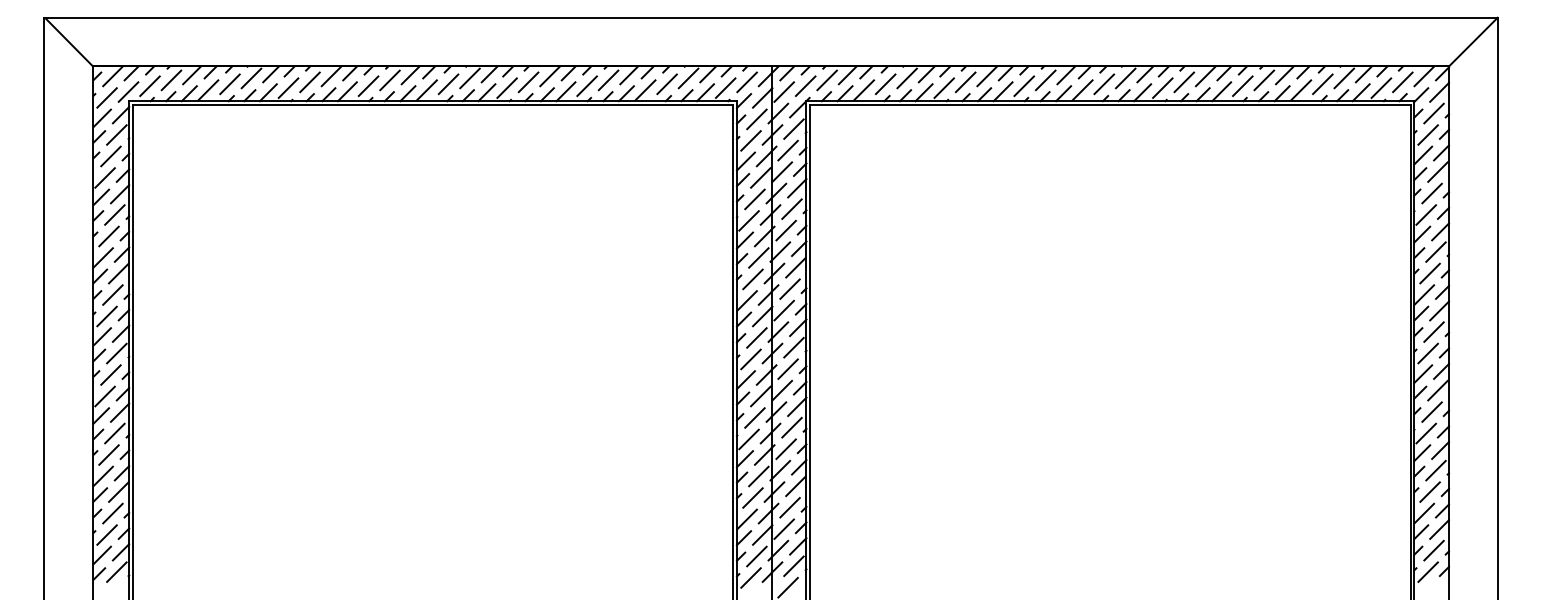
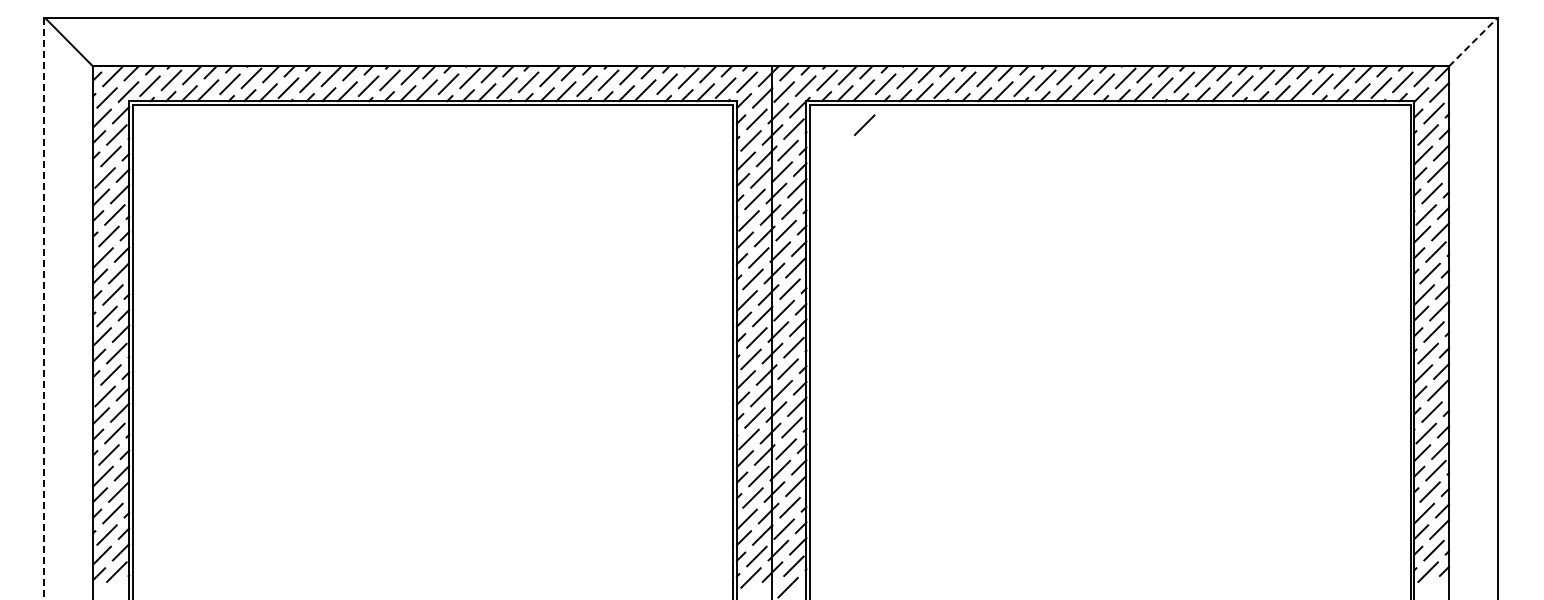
line at (1473, 41): solid -> dashed
line at (864, 124): none -> present
line at (44, 308): solid -> dashed
